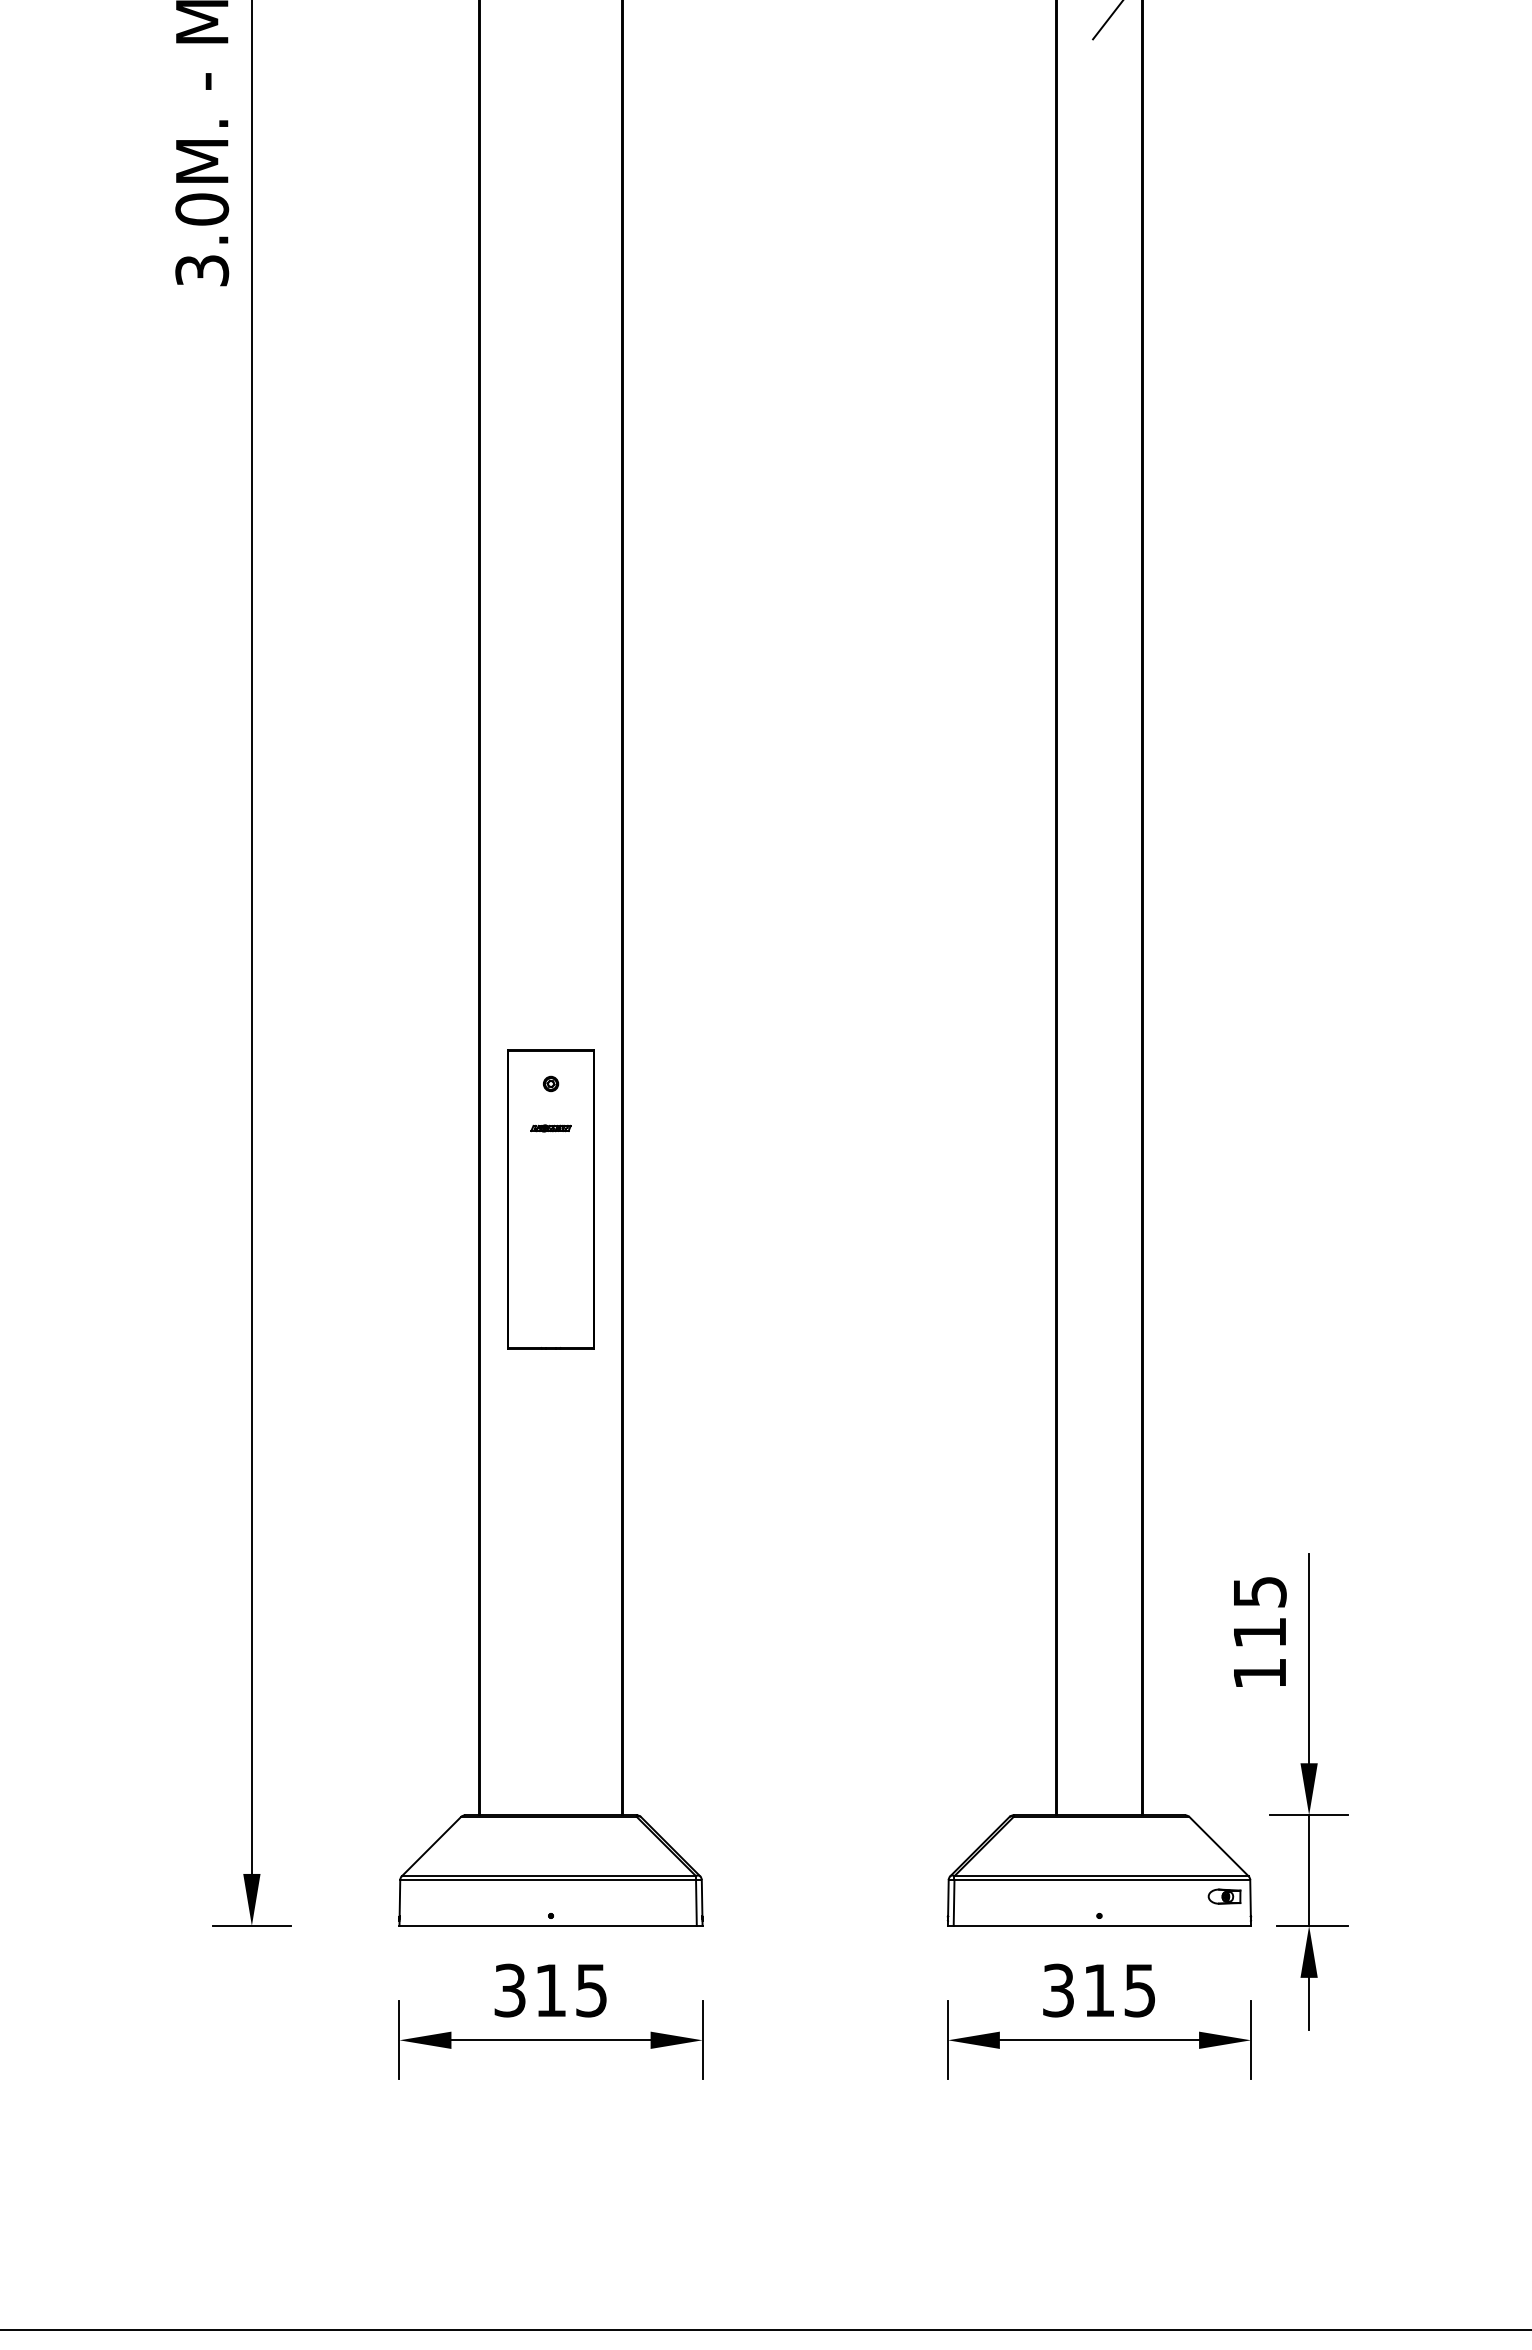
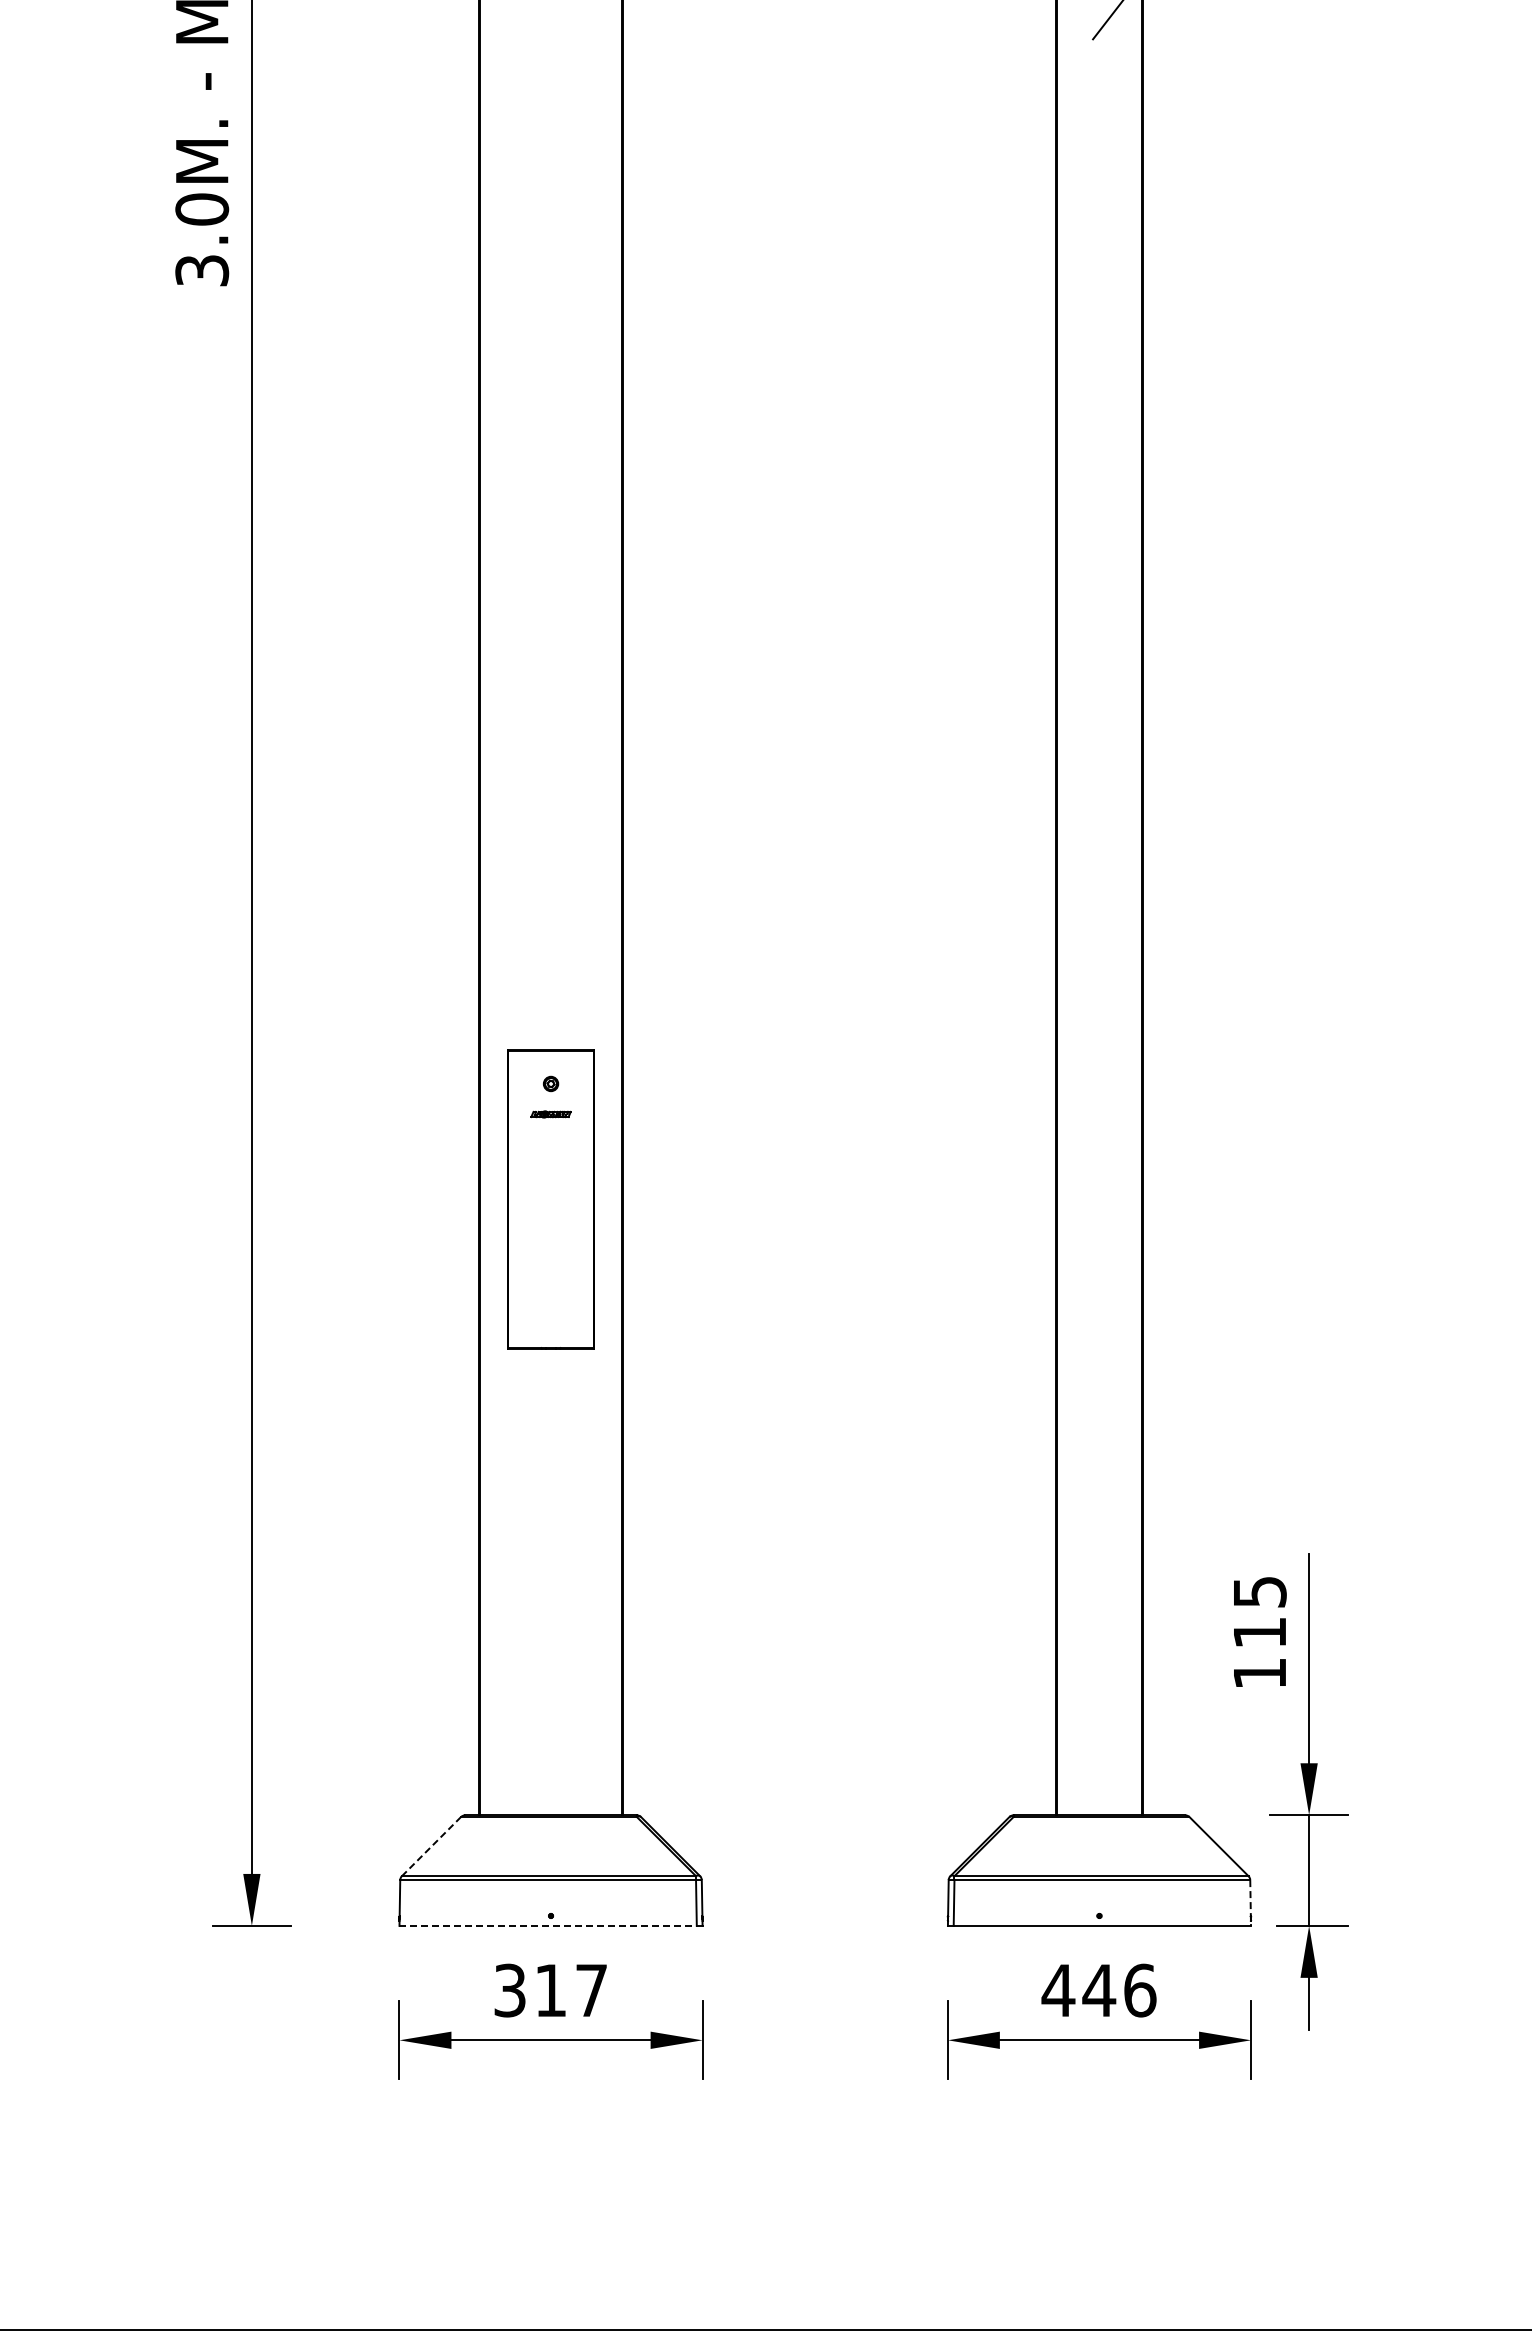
part at (550, 1128) position: (550, 1128) -> (550, 1114)
line at (431, 1846): solid -> dashed
part at (1224, 1896): present -> none
line at (1250, 1903): solid -> dashed
line at (548, 1925): solid -> dashed
text at (591, 1990): 315 -> 317
text at (1098, 1990): 315 -> 446
